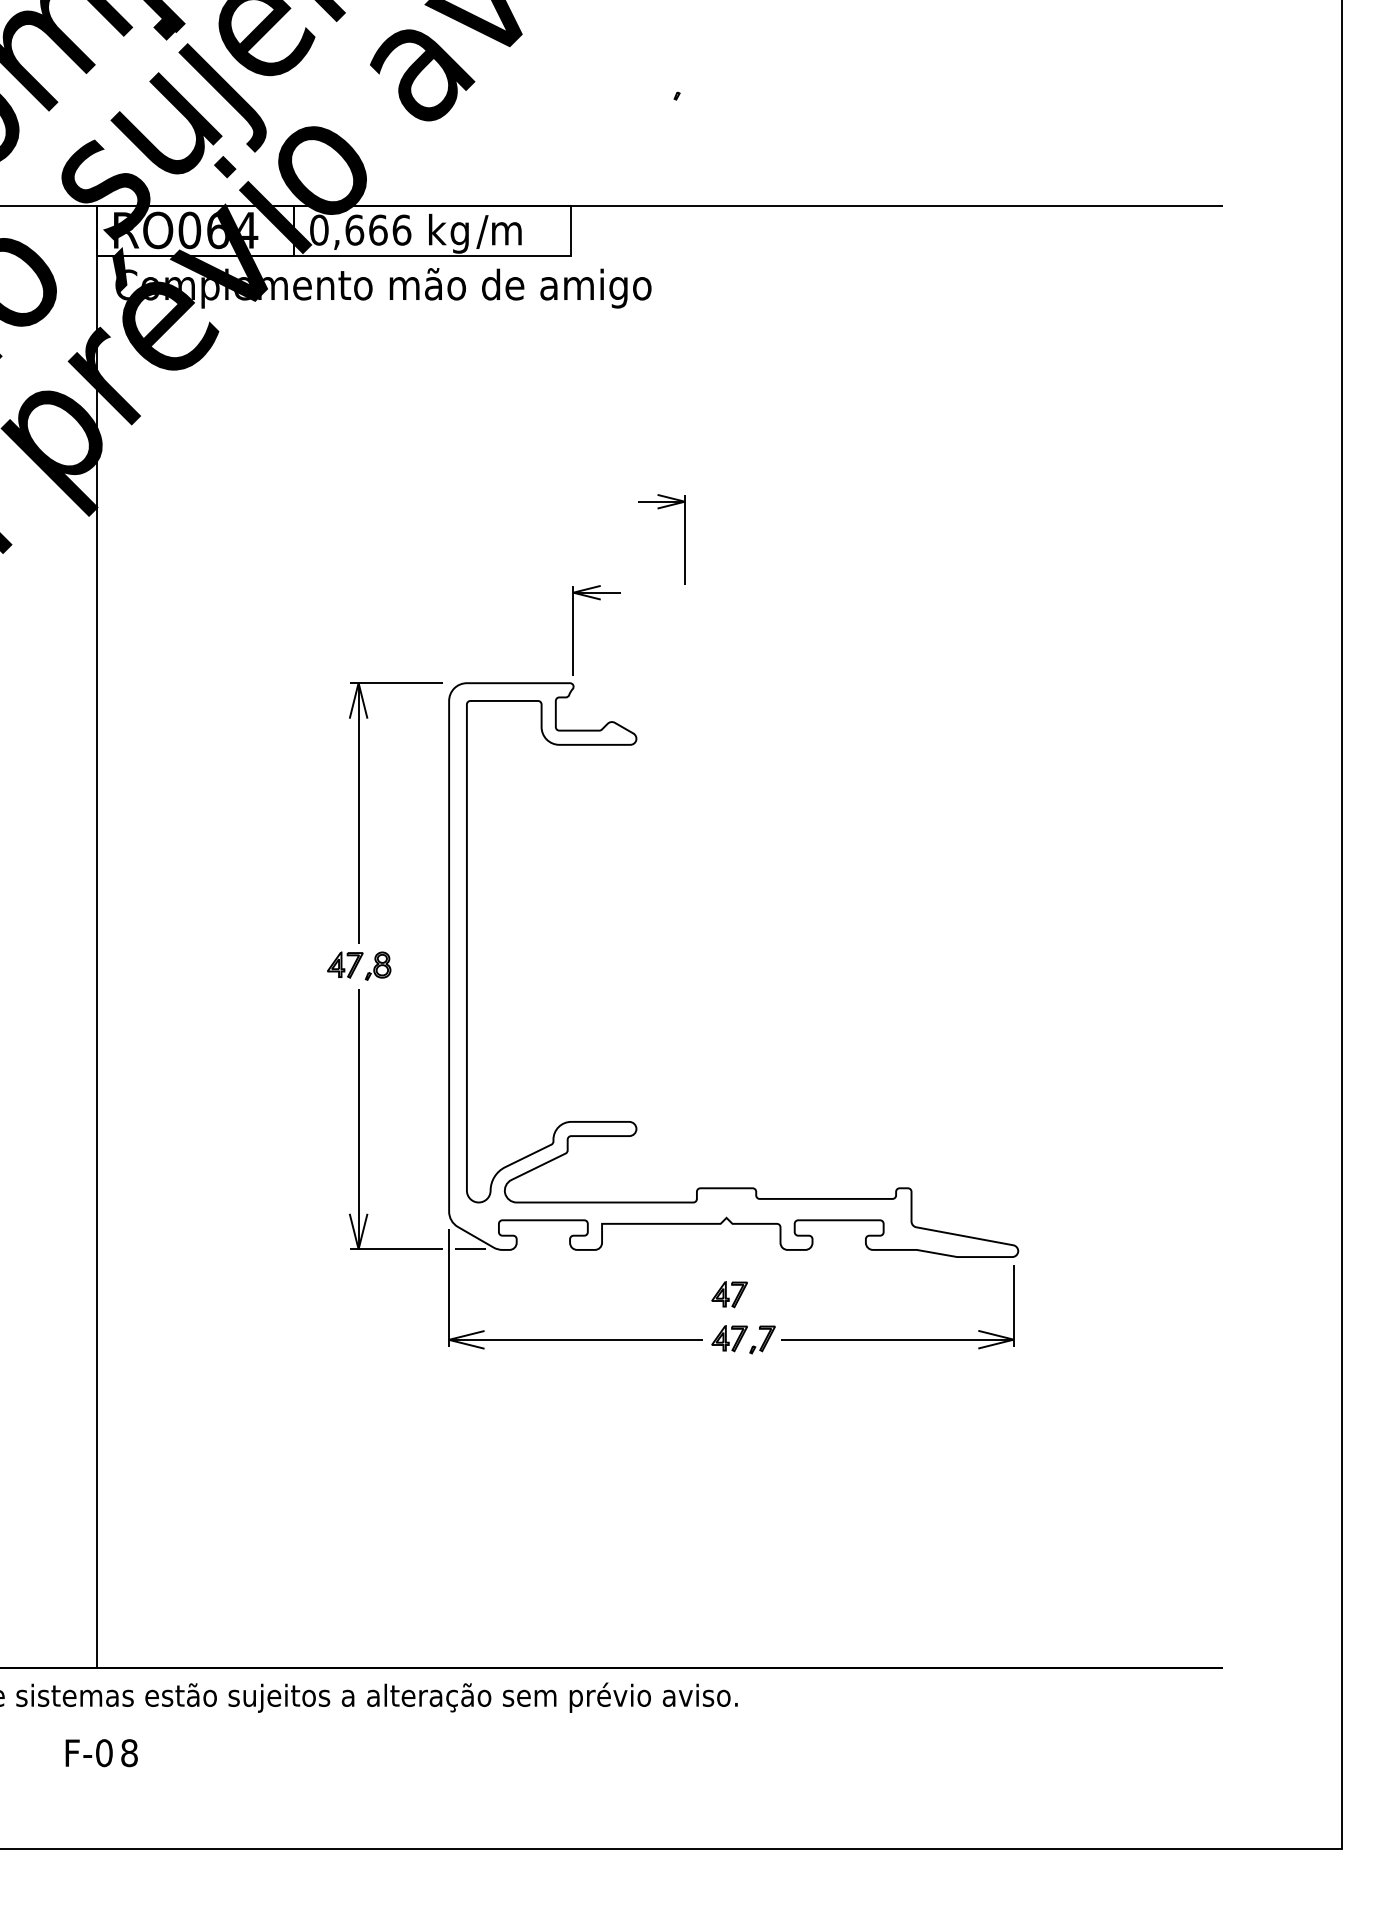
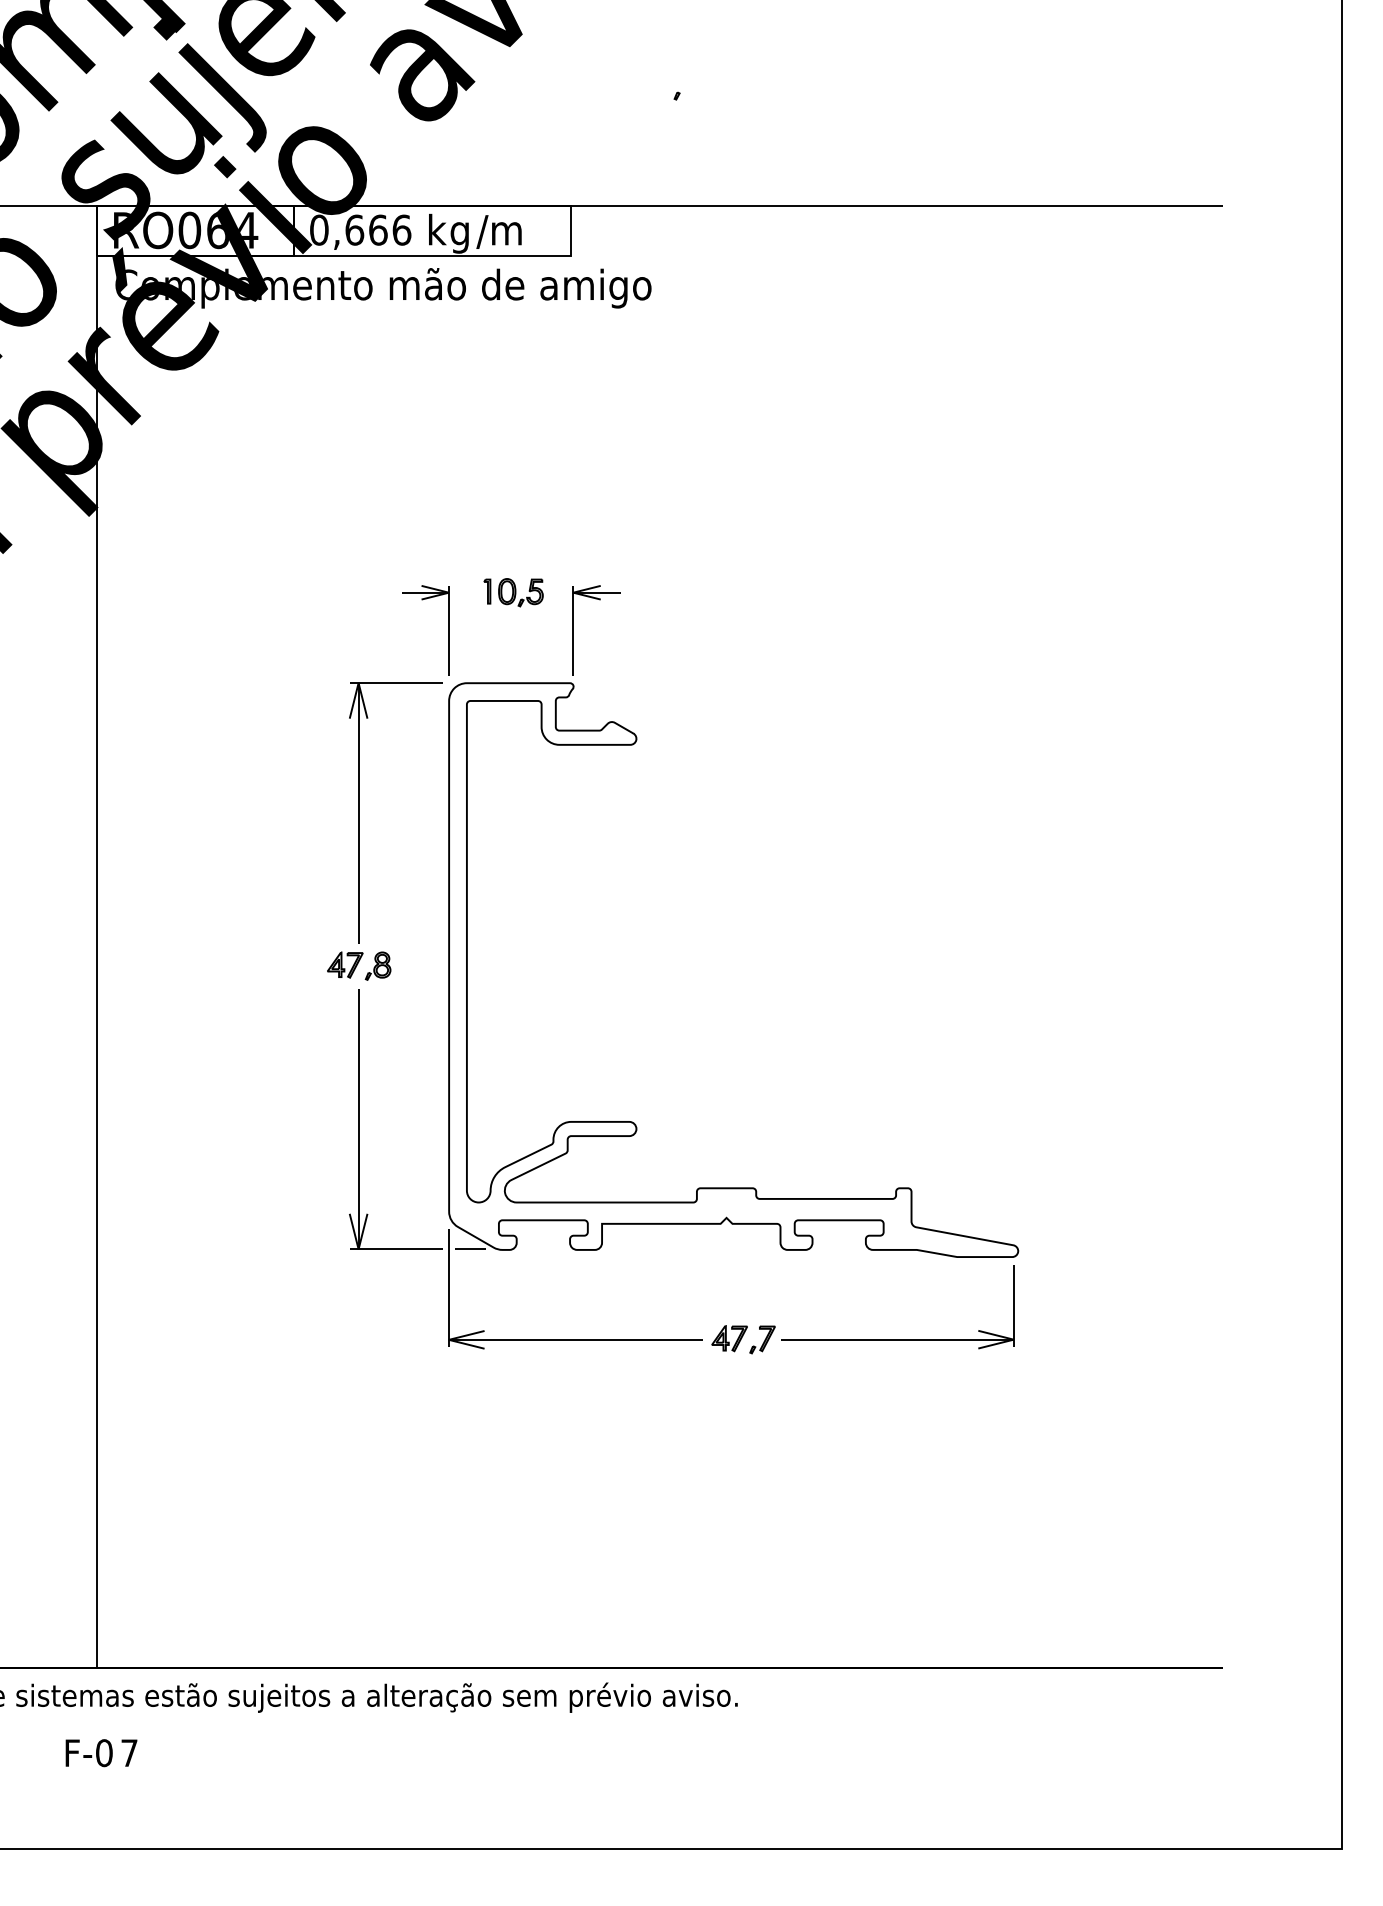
part at (684, 539) position: (684, 539) -> (448, 630)
part at (513, 592): none -> present
part at (729, 1294): present -> none
text at (129, 1753): 8 -> 7
